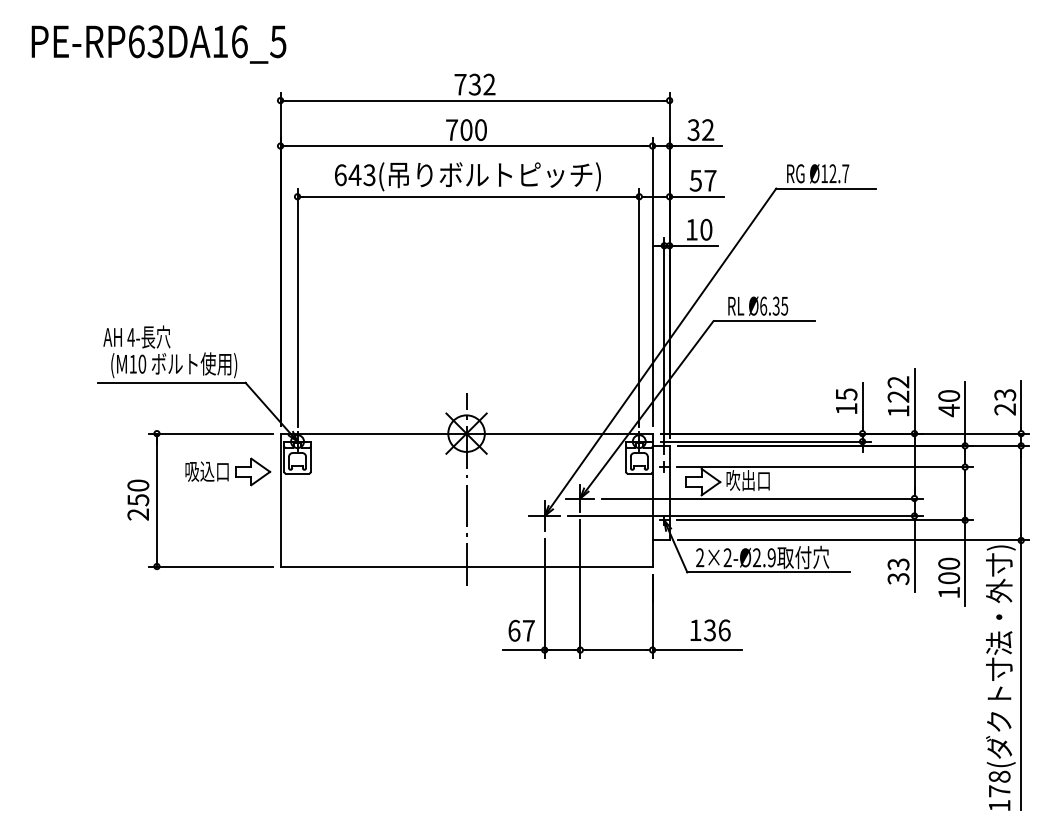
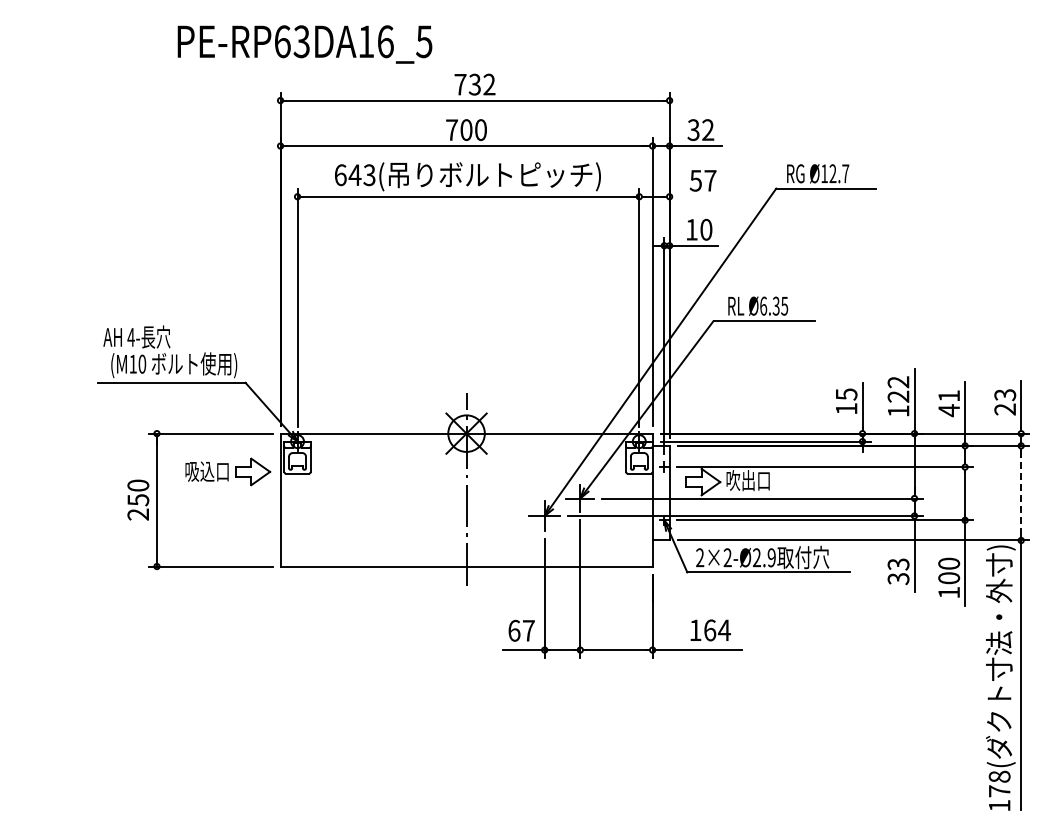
text at (158, 44) position: (158, 44) -> (304, 44)
line at (696, 196): present -> none
text at (949, 395): 40 -> 41
line at (1021, 493): solid -> dashed
text at (716, 630): 136 -> 164
